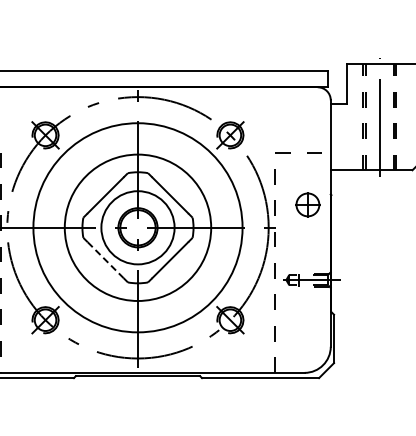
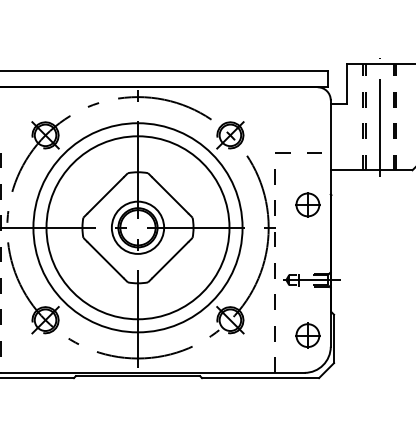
circle at (137, 227) diameter: 146 px -> 183 px
circle at (137, 227) diameter: 73 px -> 52 px
line at (105, 260): dashed -> solid
part at (307, 335): none -> present
